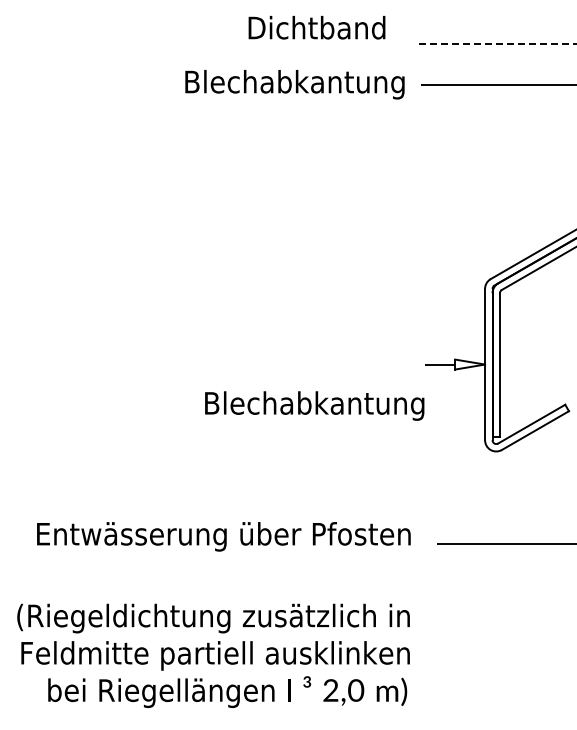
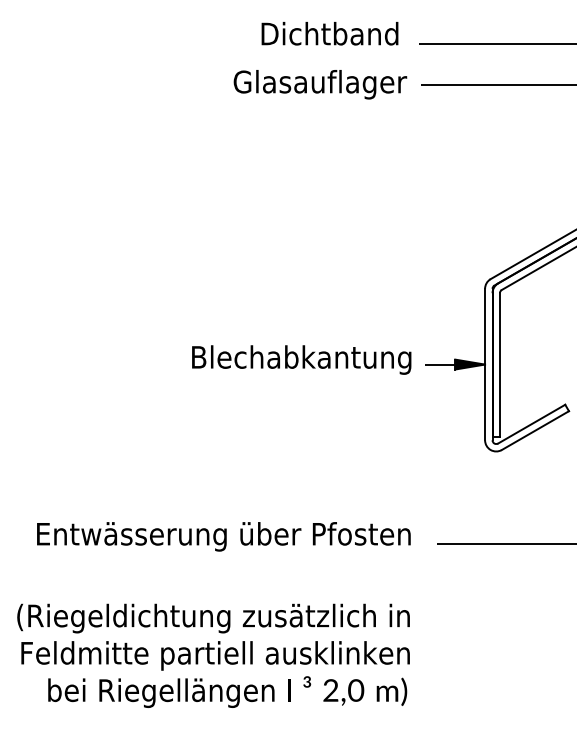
text at (316, 27) position: (316, 27) -> (329, 33)
line at (497, 43): dashed -> solid
text at (296, 84): Blechabkantung -> Glasauflager
fill at (470, 364): none -> present
text at (314, 405) position: (314, 405) -> (301, 359)
